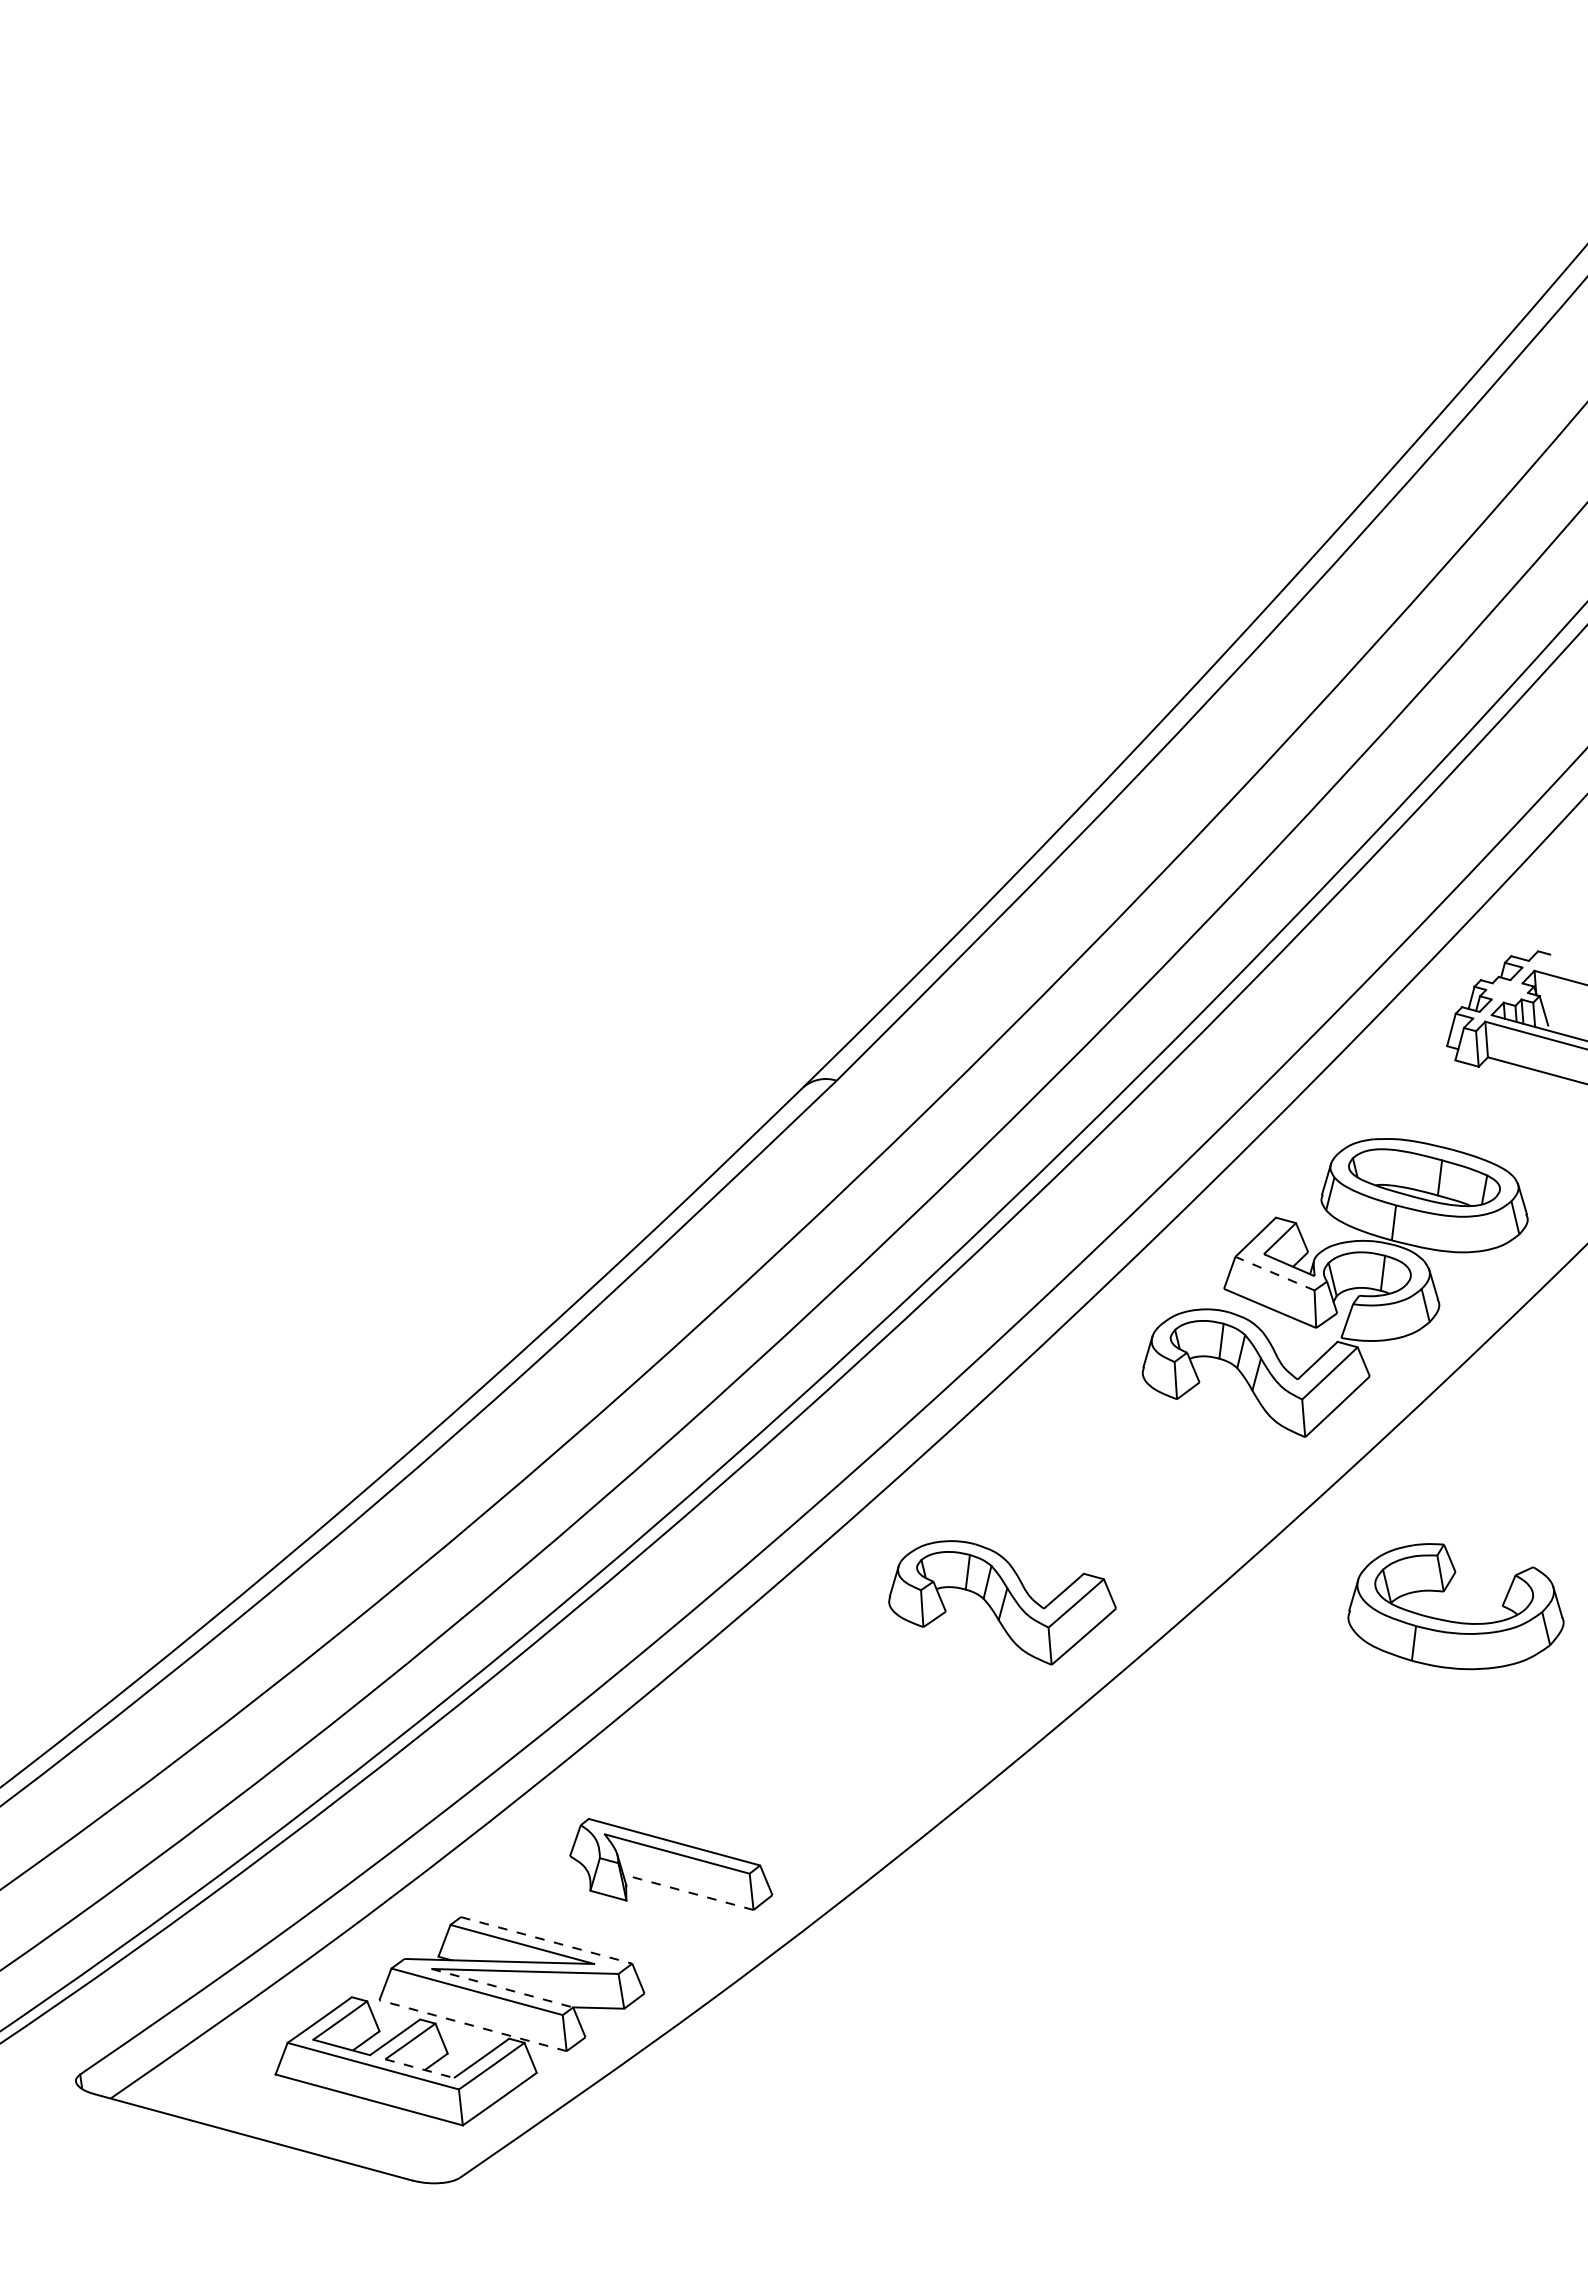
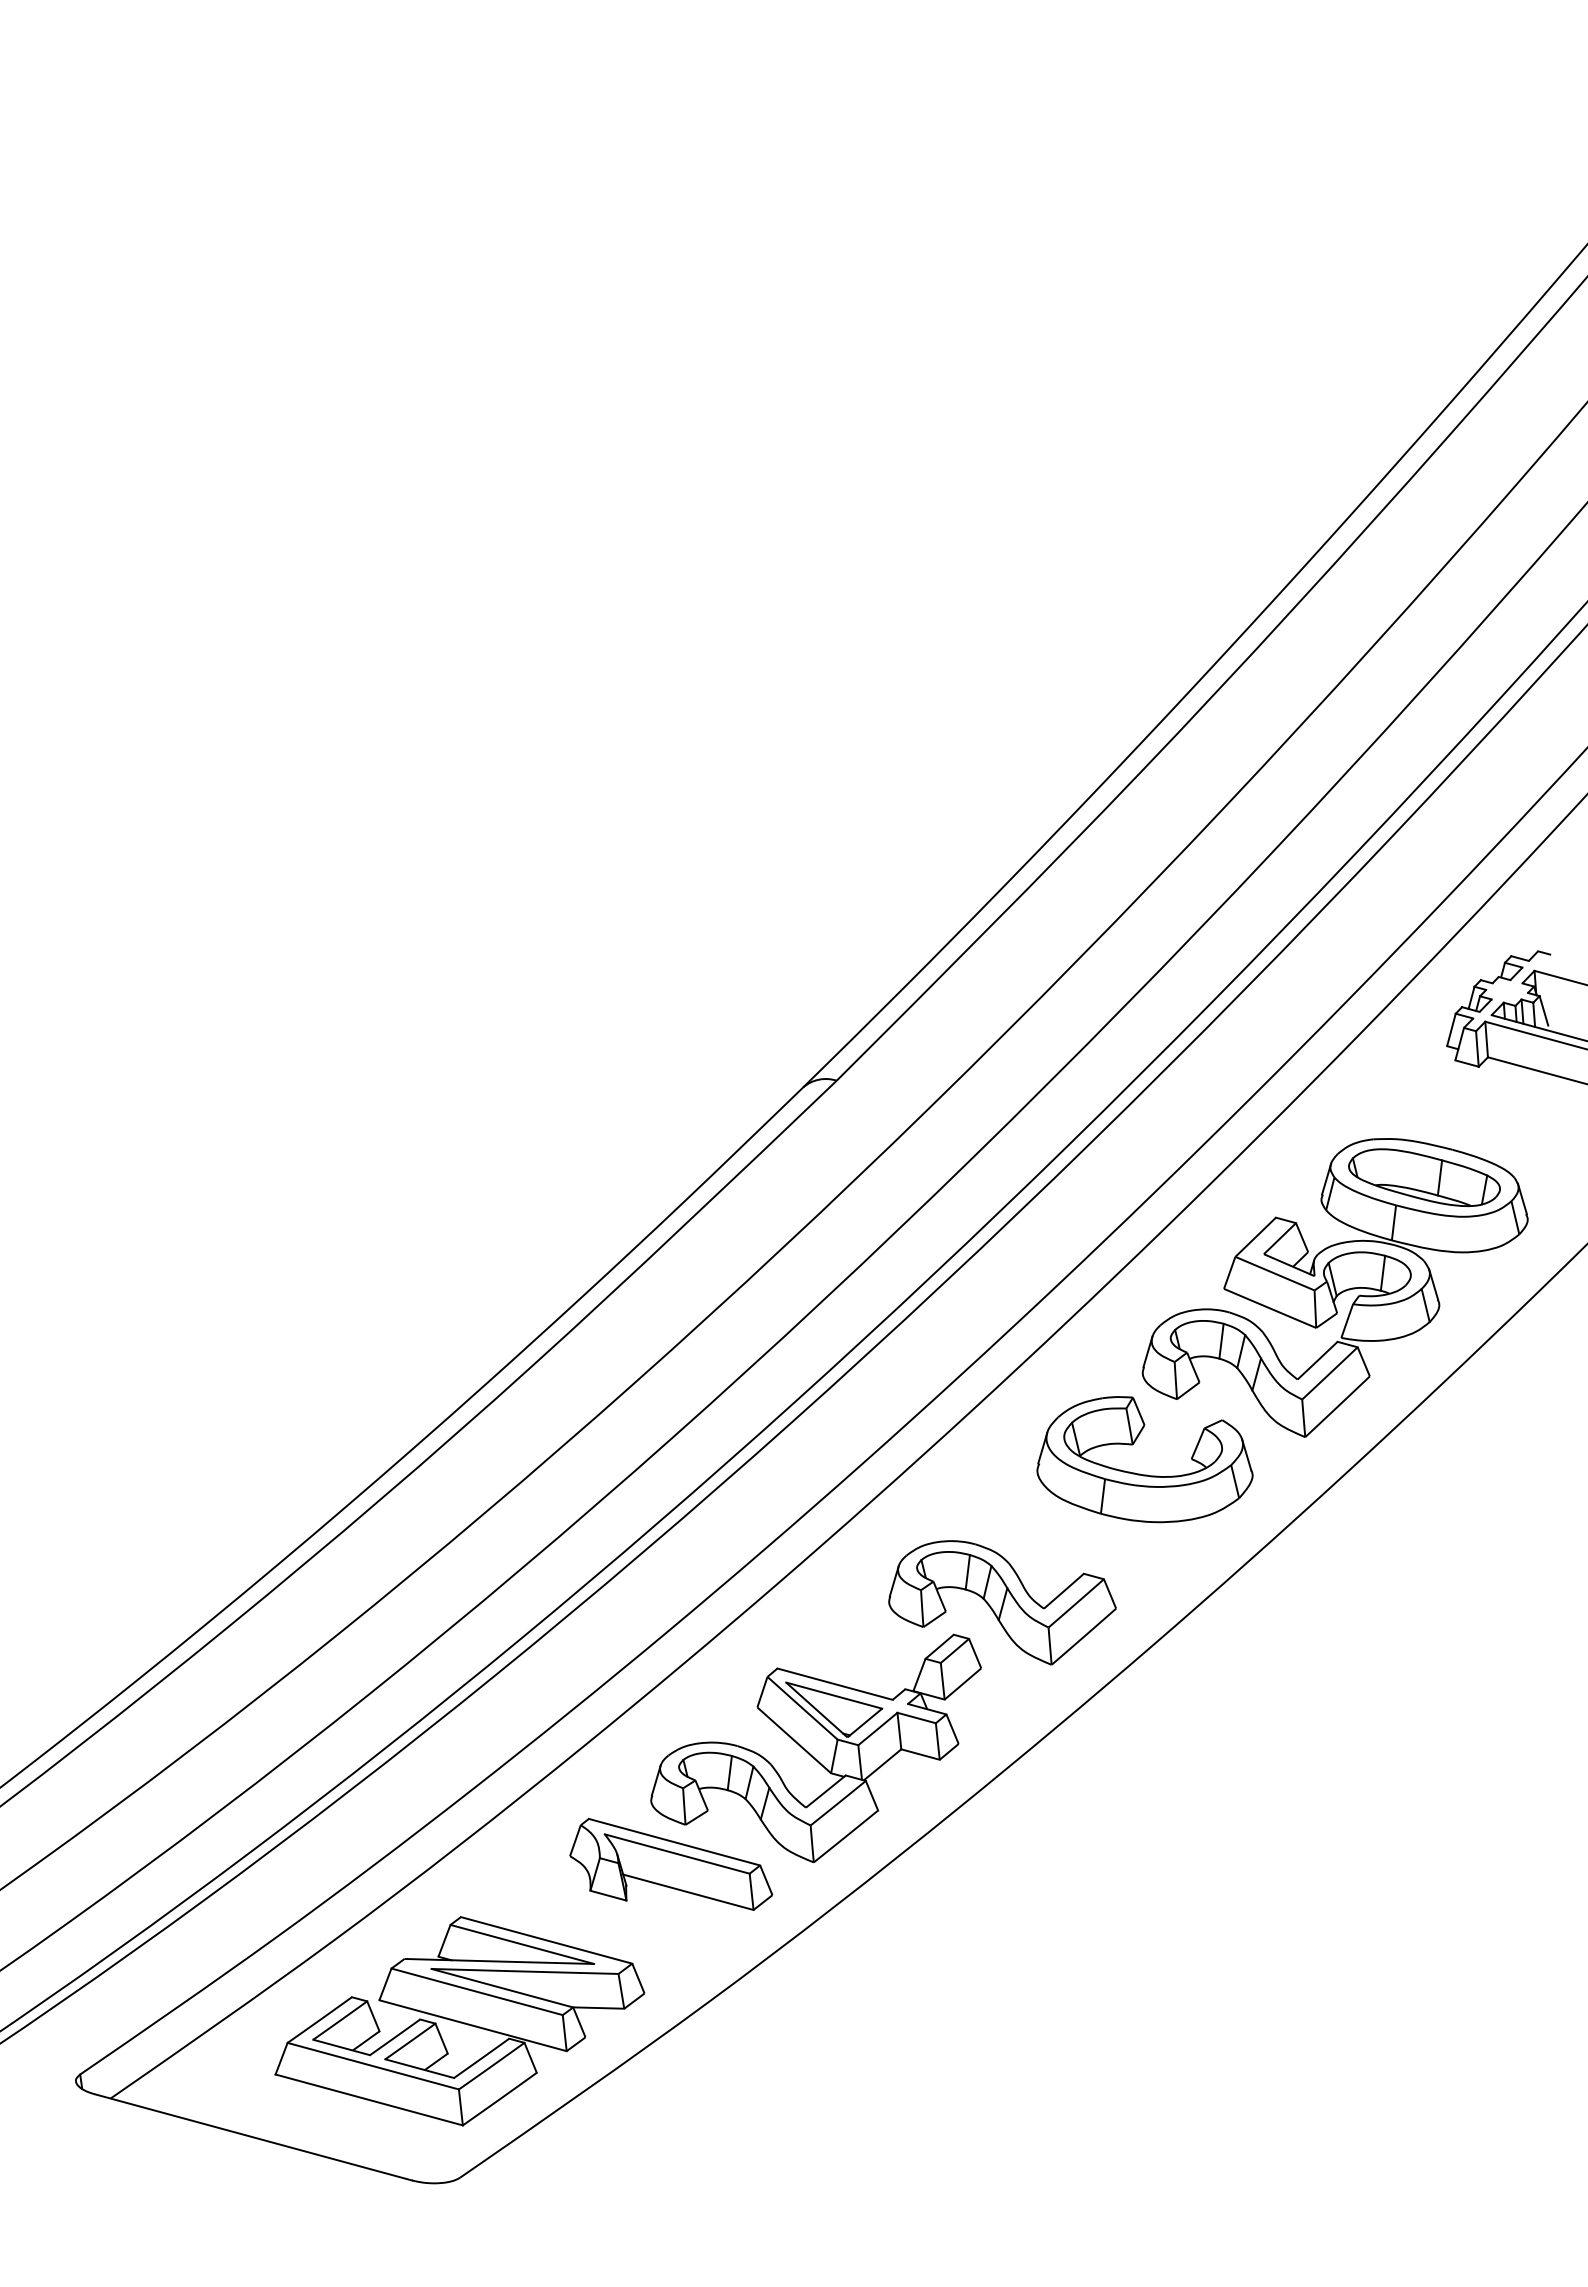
line at (1275, 1273): dashed -> solid
part at (1451, 1620) position: (1451, 1620) -> (1140, 1473)
part at (815, 1748): none -> present
line at (688, 1892): dashed -> solid
line at (546, 1940): dashed -> solid
line at (502, 1988): dashed -> solid
line at (472, 2025): dashed -> solid
line at (419, 2068): dashed -> solid
